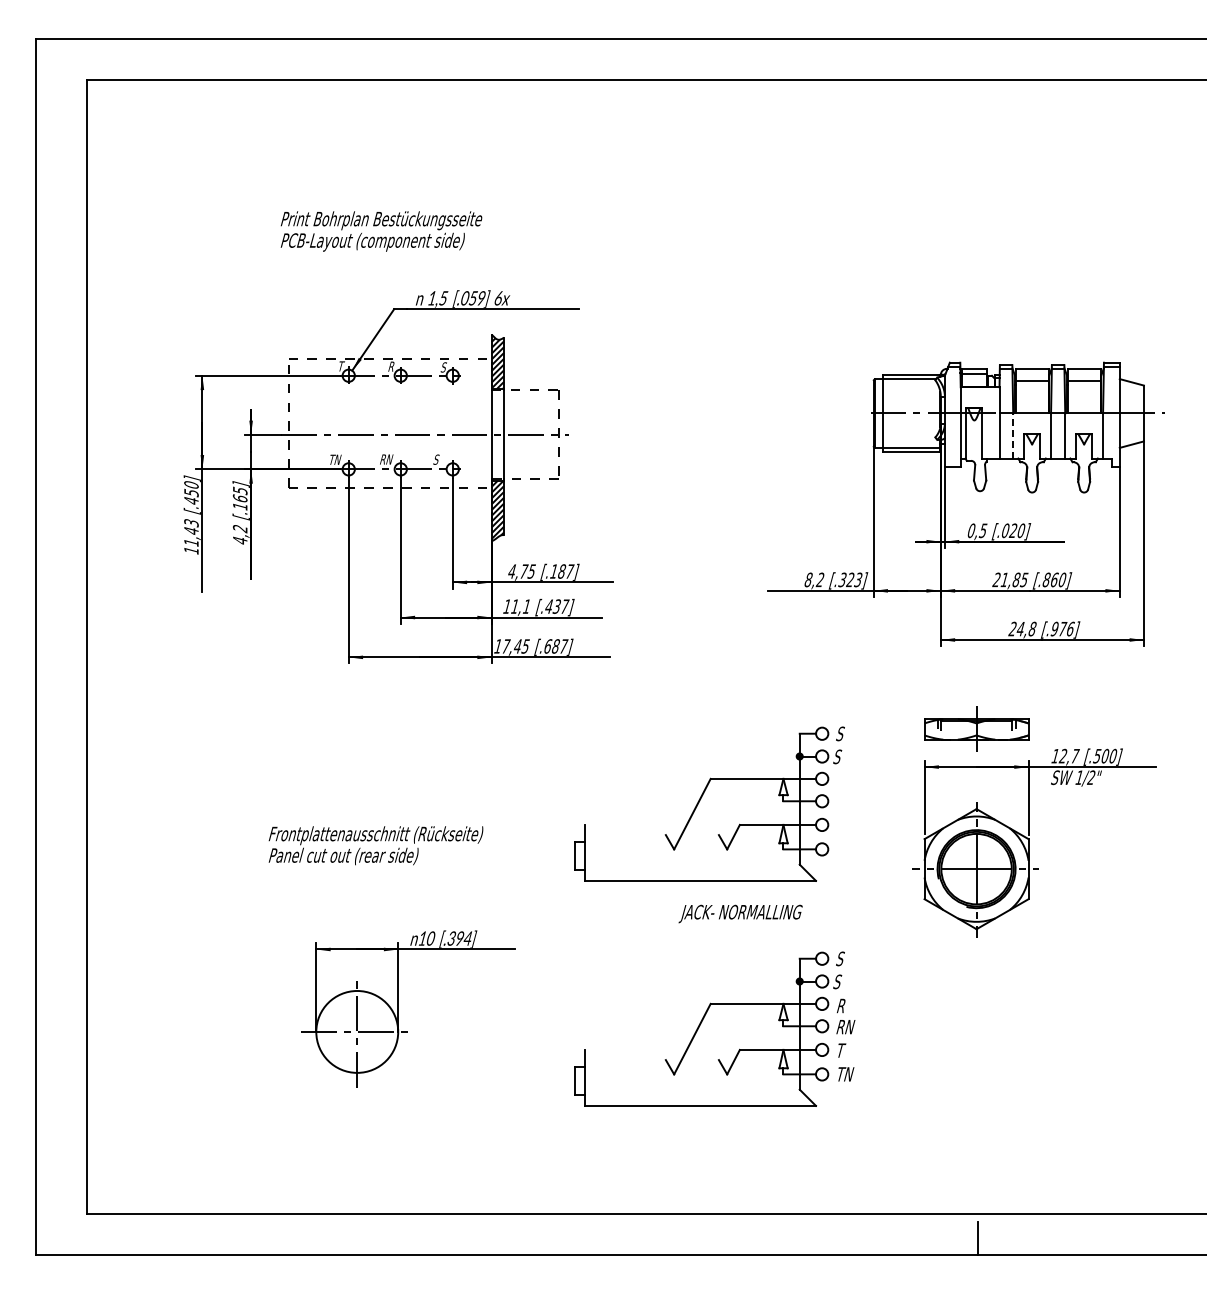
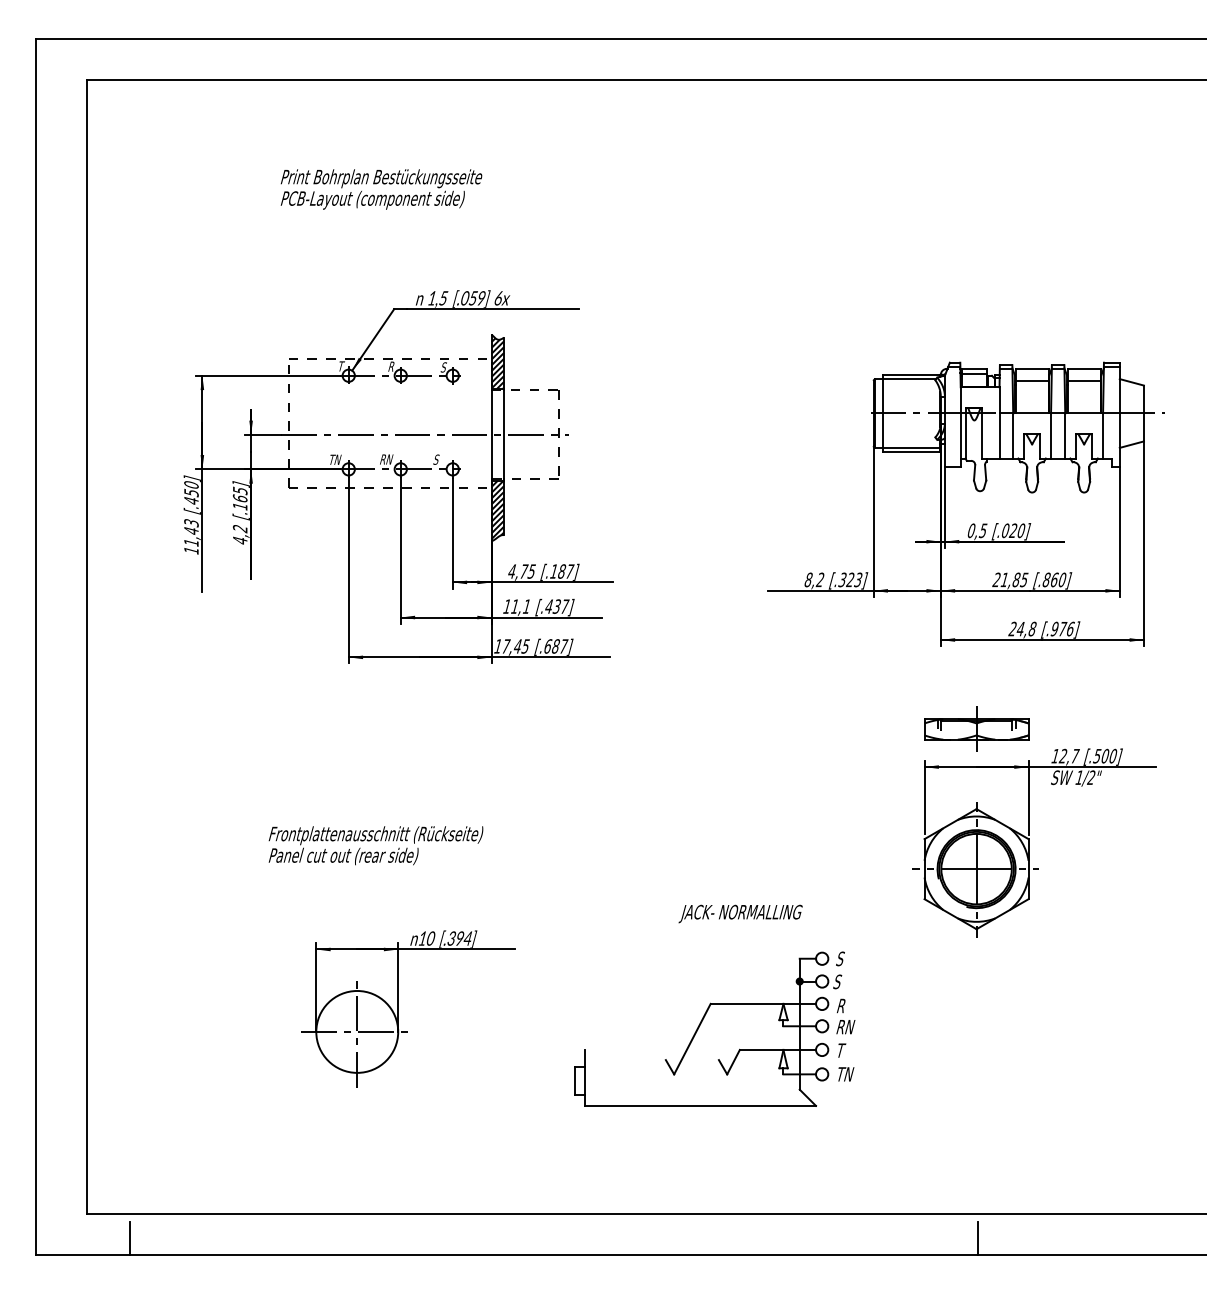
text at (381, 231) position: (381, 231) -> (381, 189)
line at (1013, 436): dashed -> solid
part at (701, 799): present -> none
line at (130, 1238): none -> present
